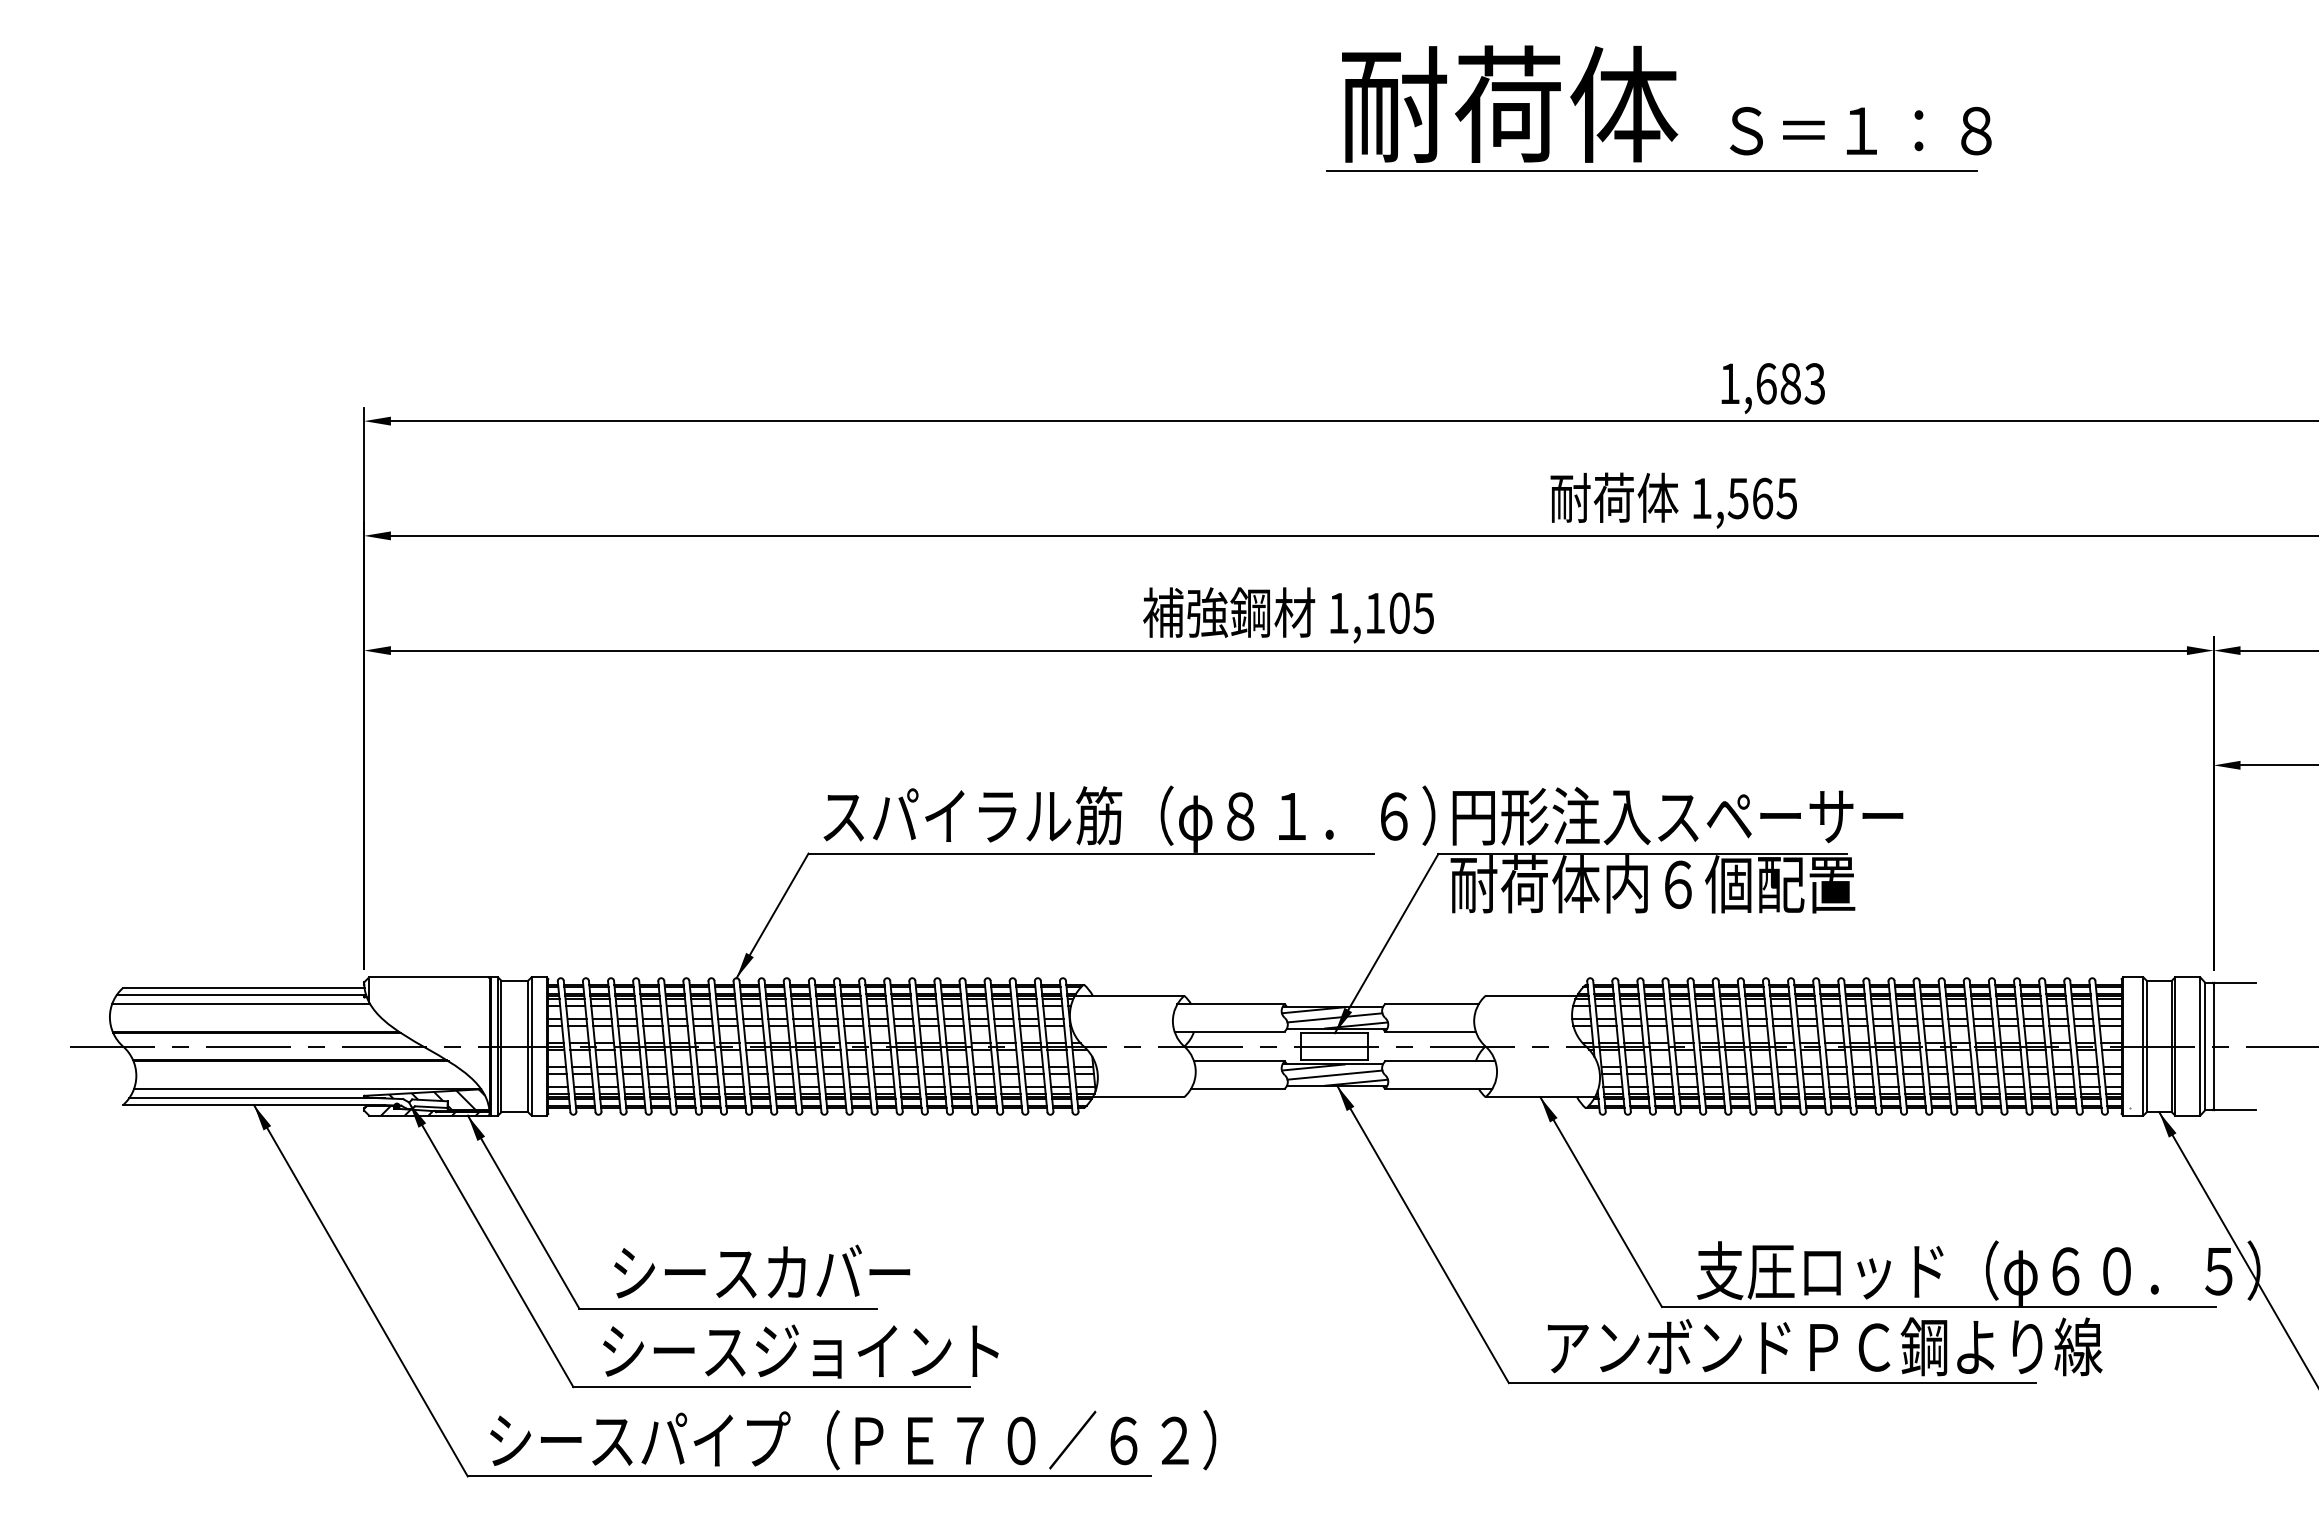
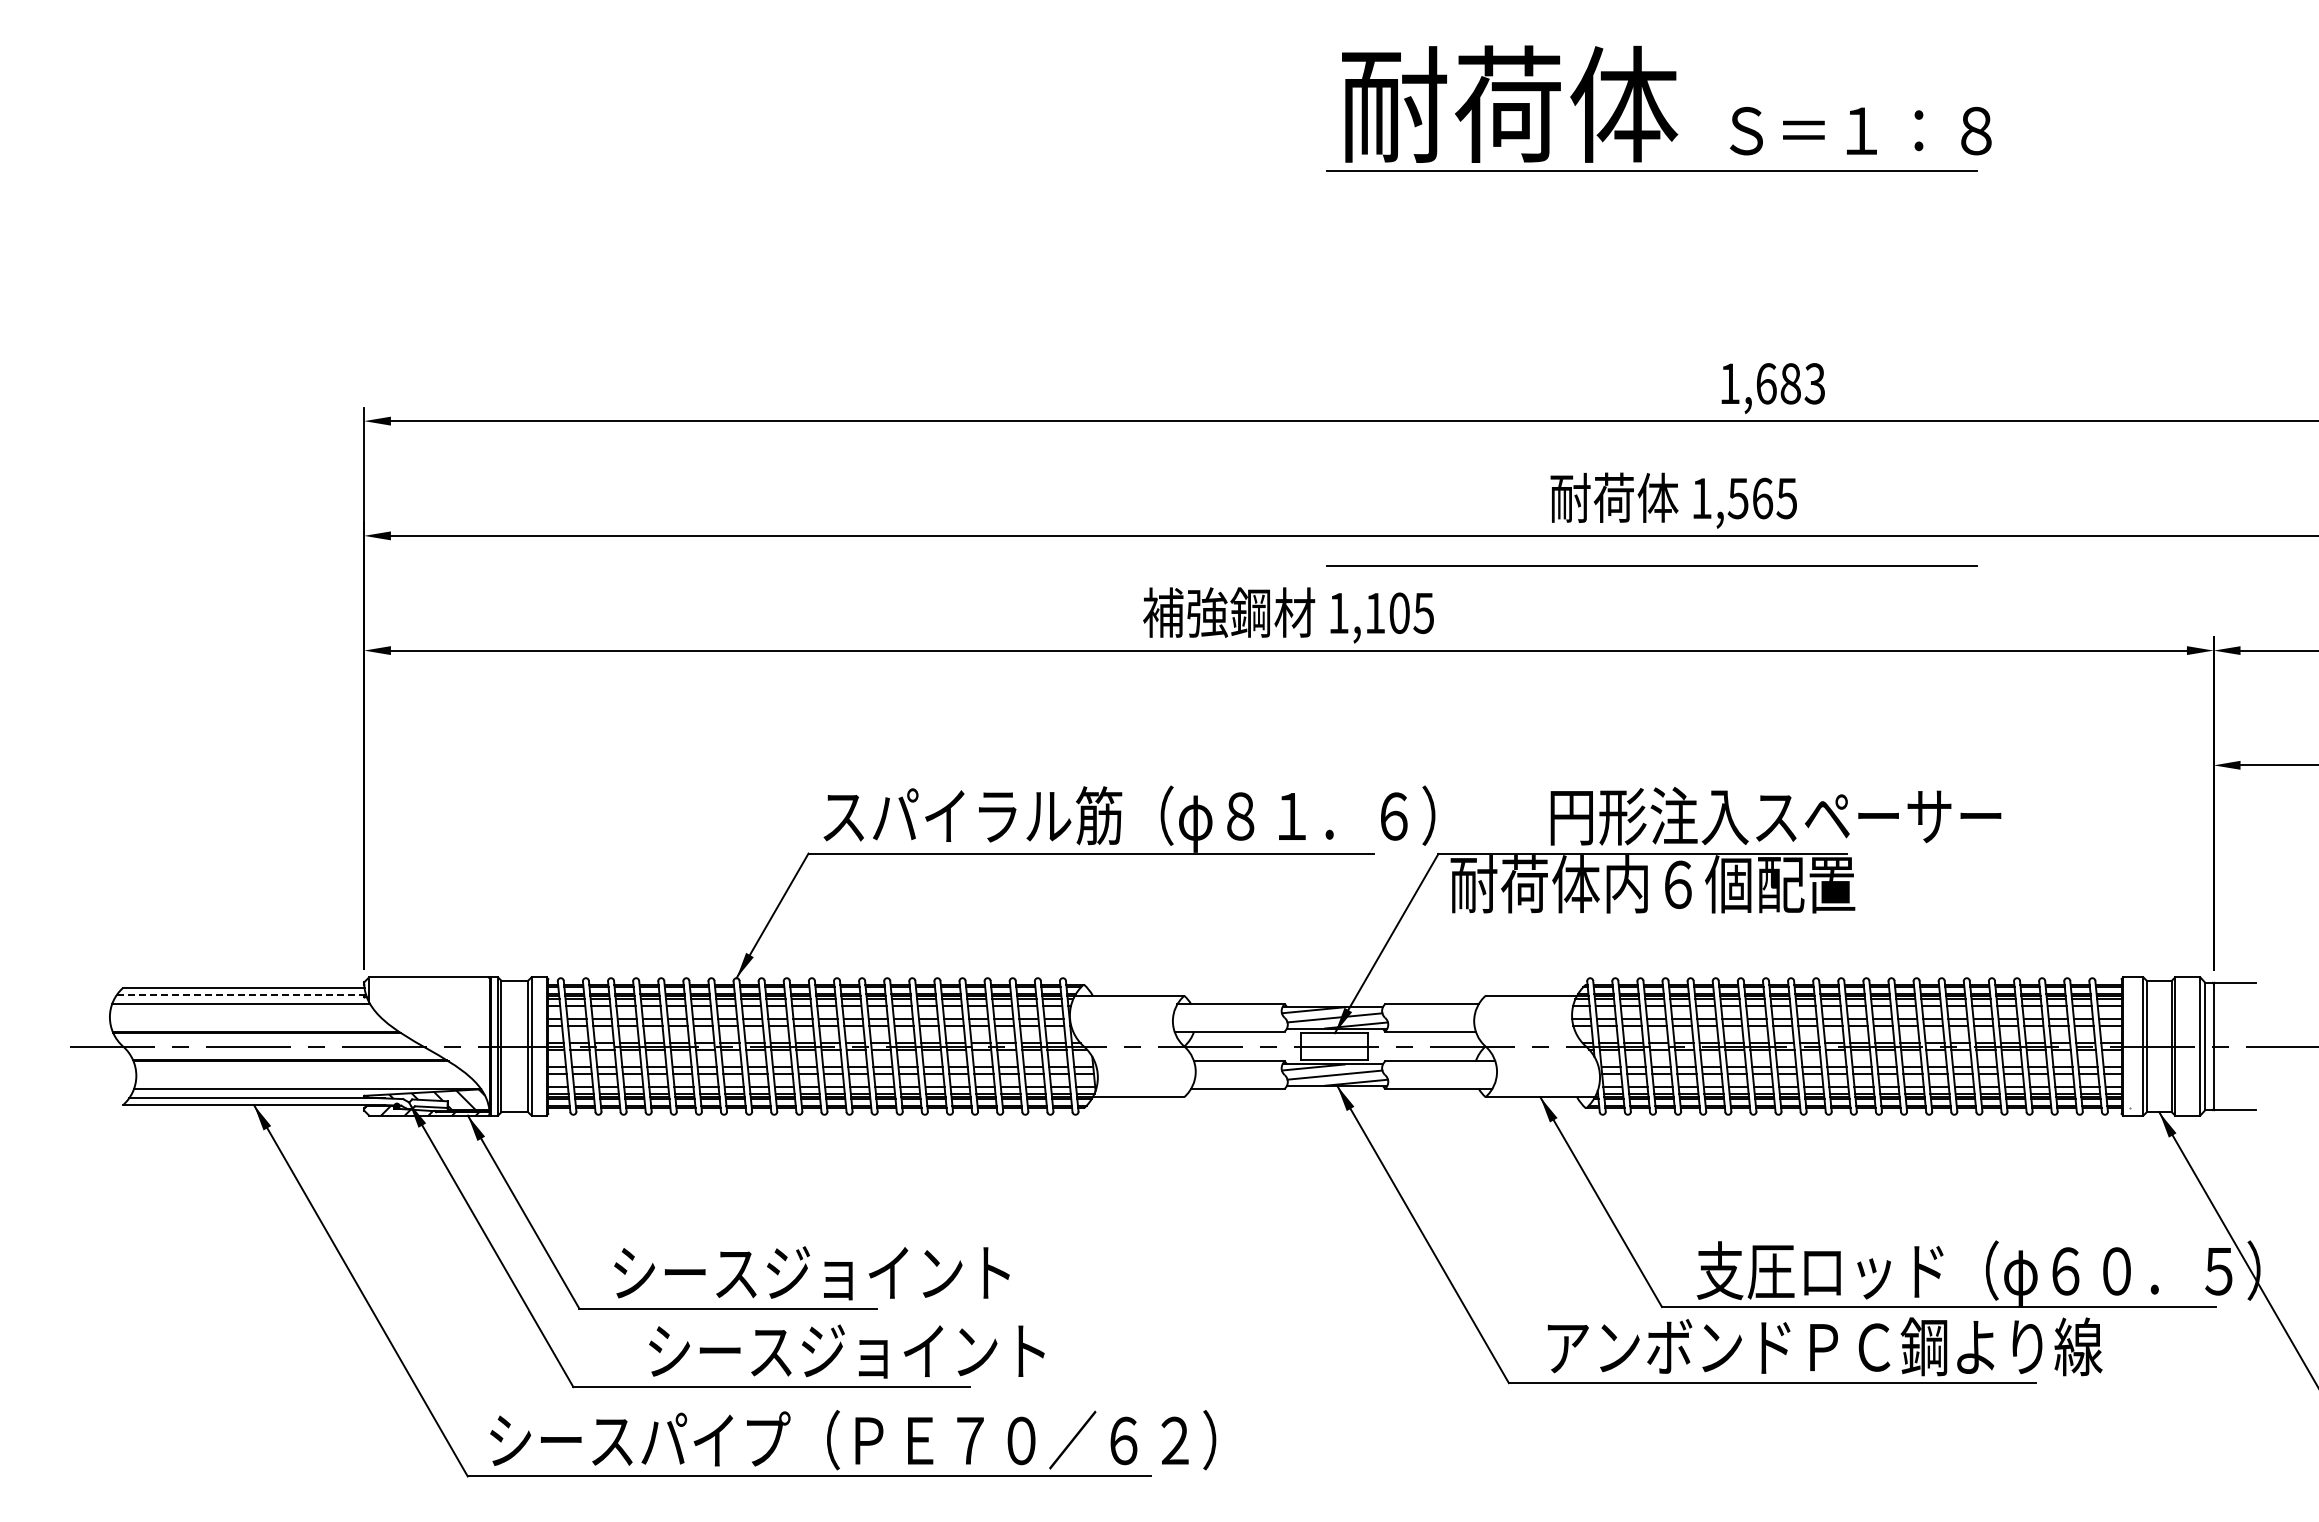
line at (1651, 565): none -> present
text at (1677, 816) position: (1677, 816) -> (1775, 816)
line at (241, 994): solid -> dashed
text at (888, 1272): シースカバー -> シースジョイント
text at (800, 1351) position: (800, 1351) -> (846, 1351)
